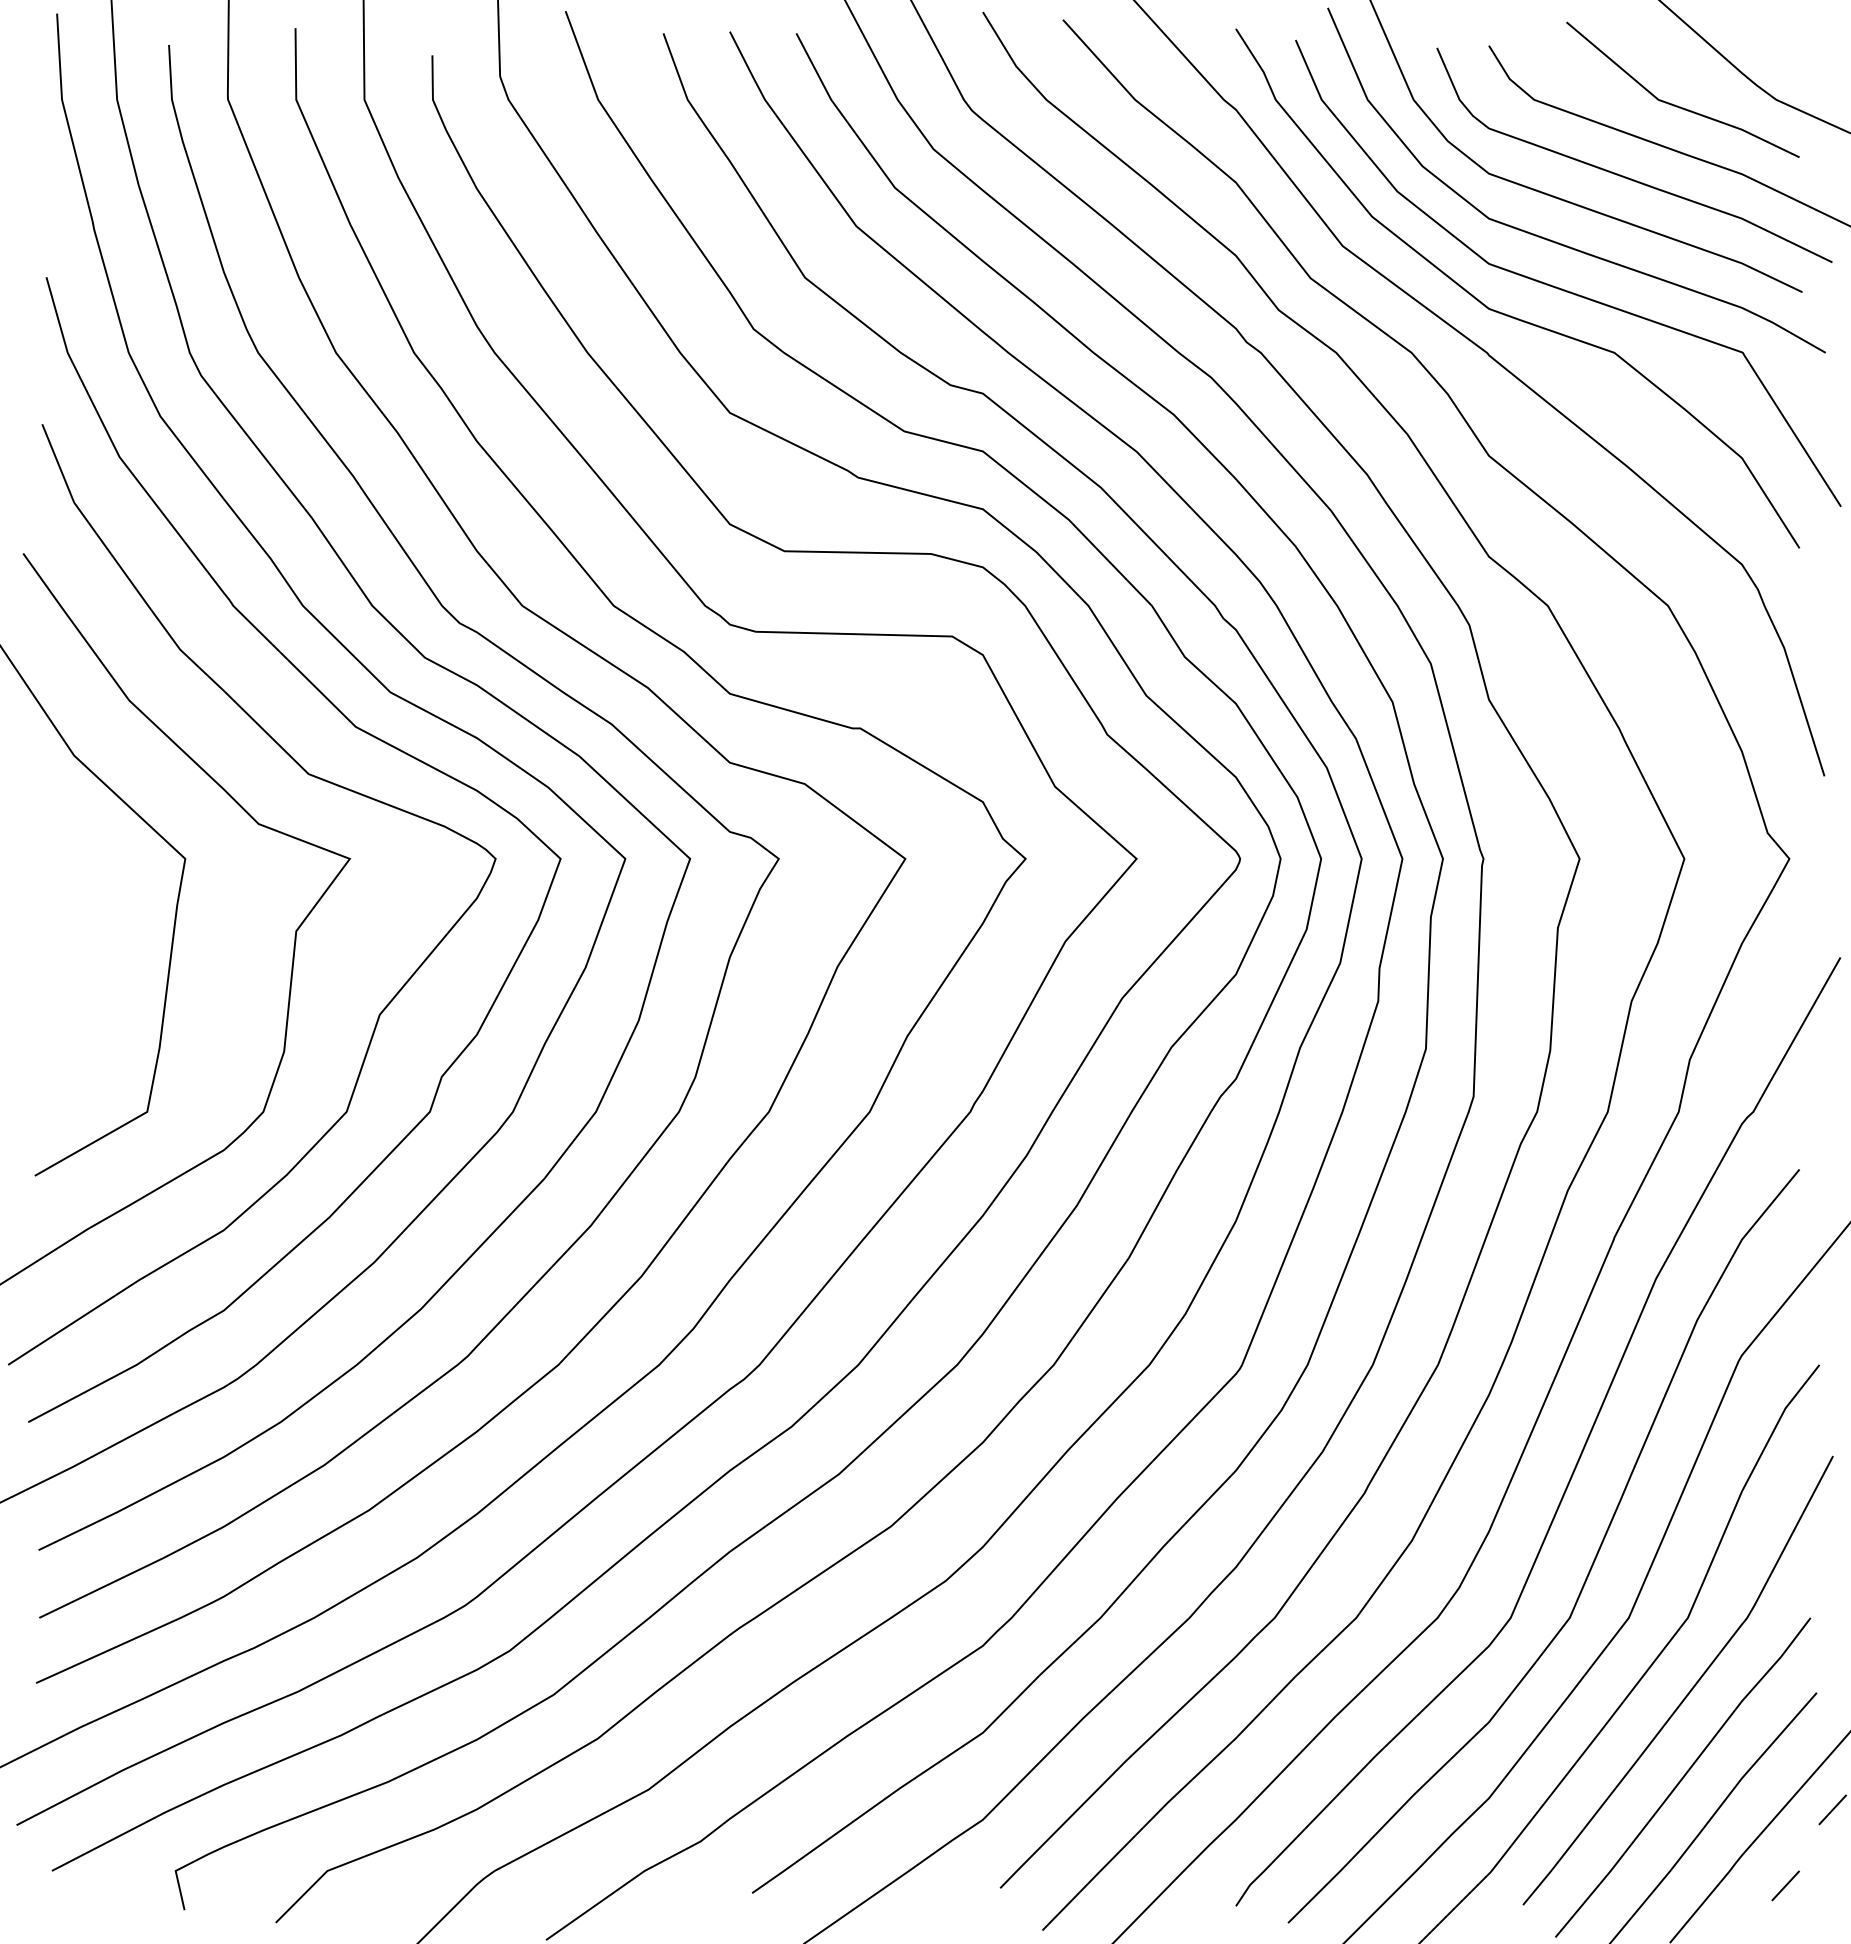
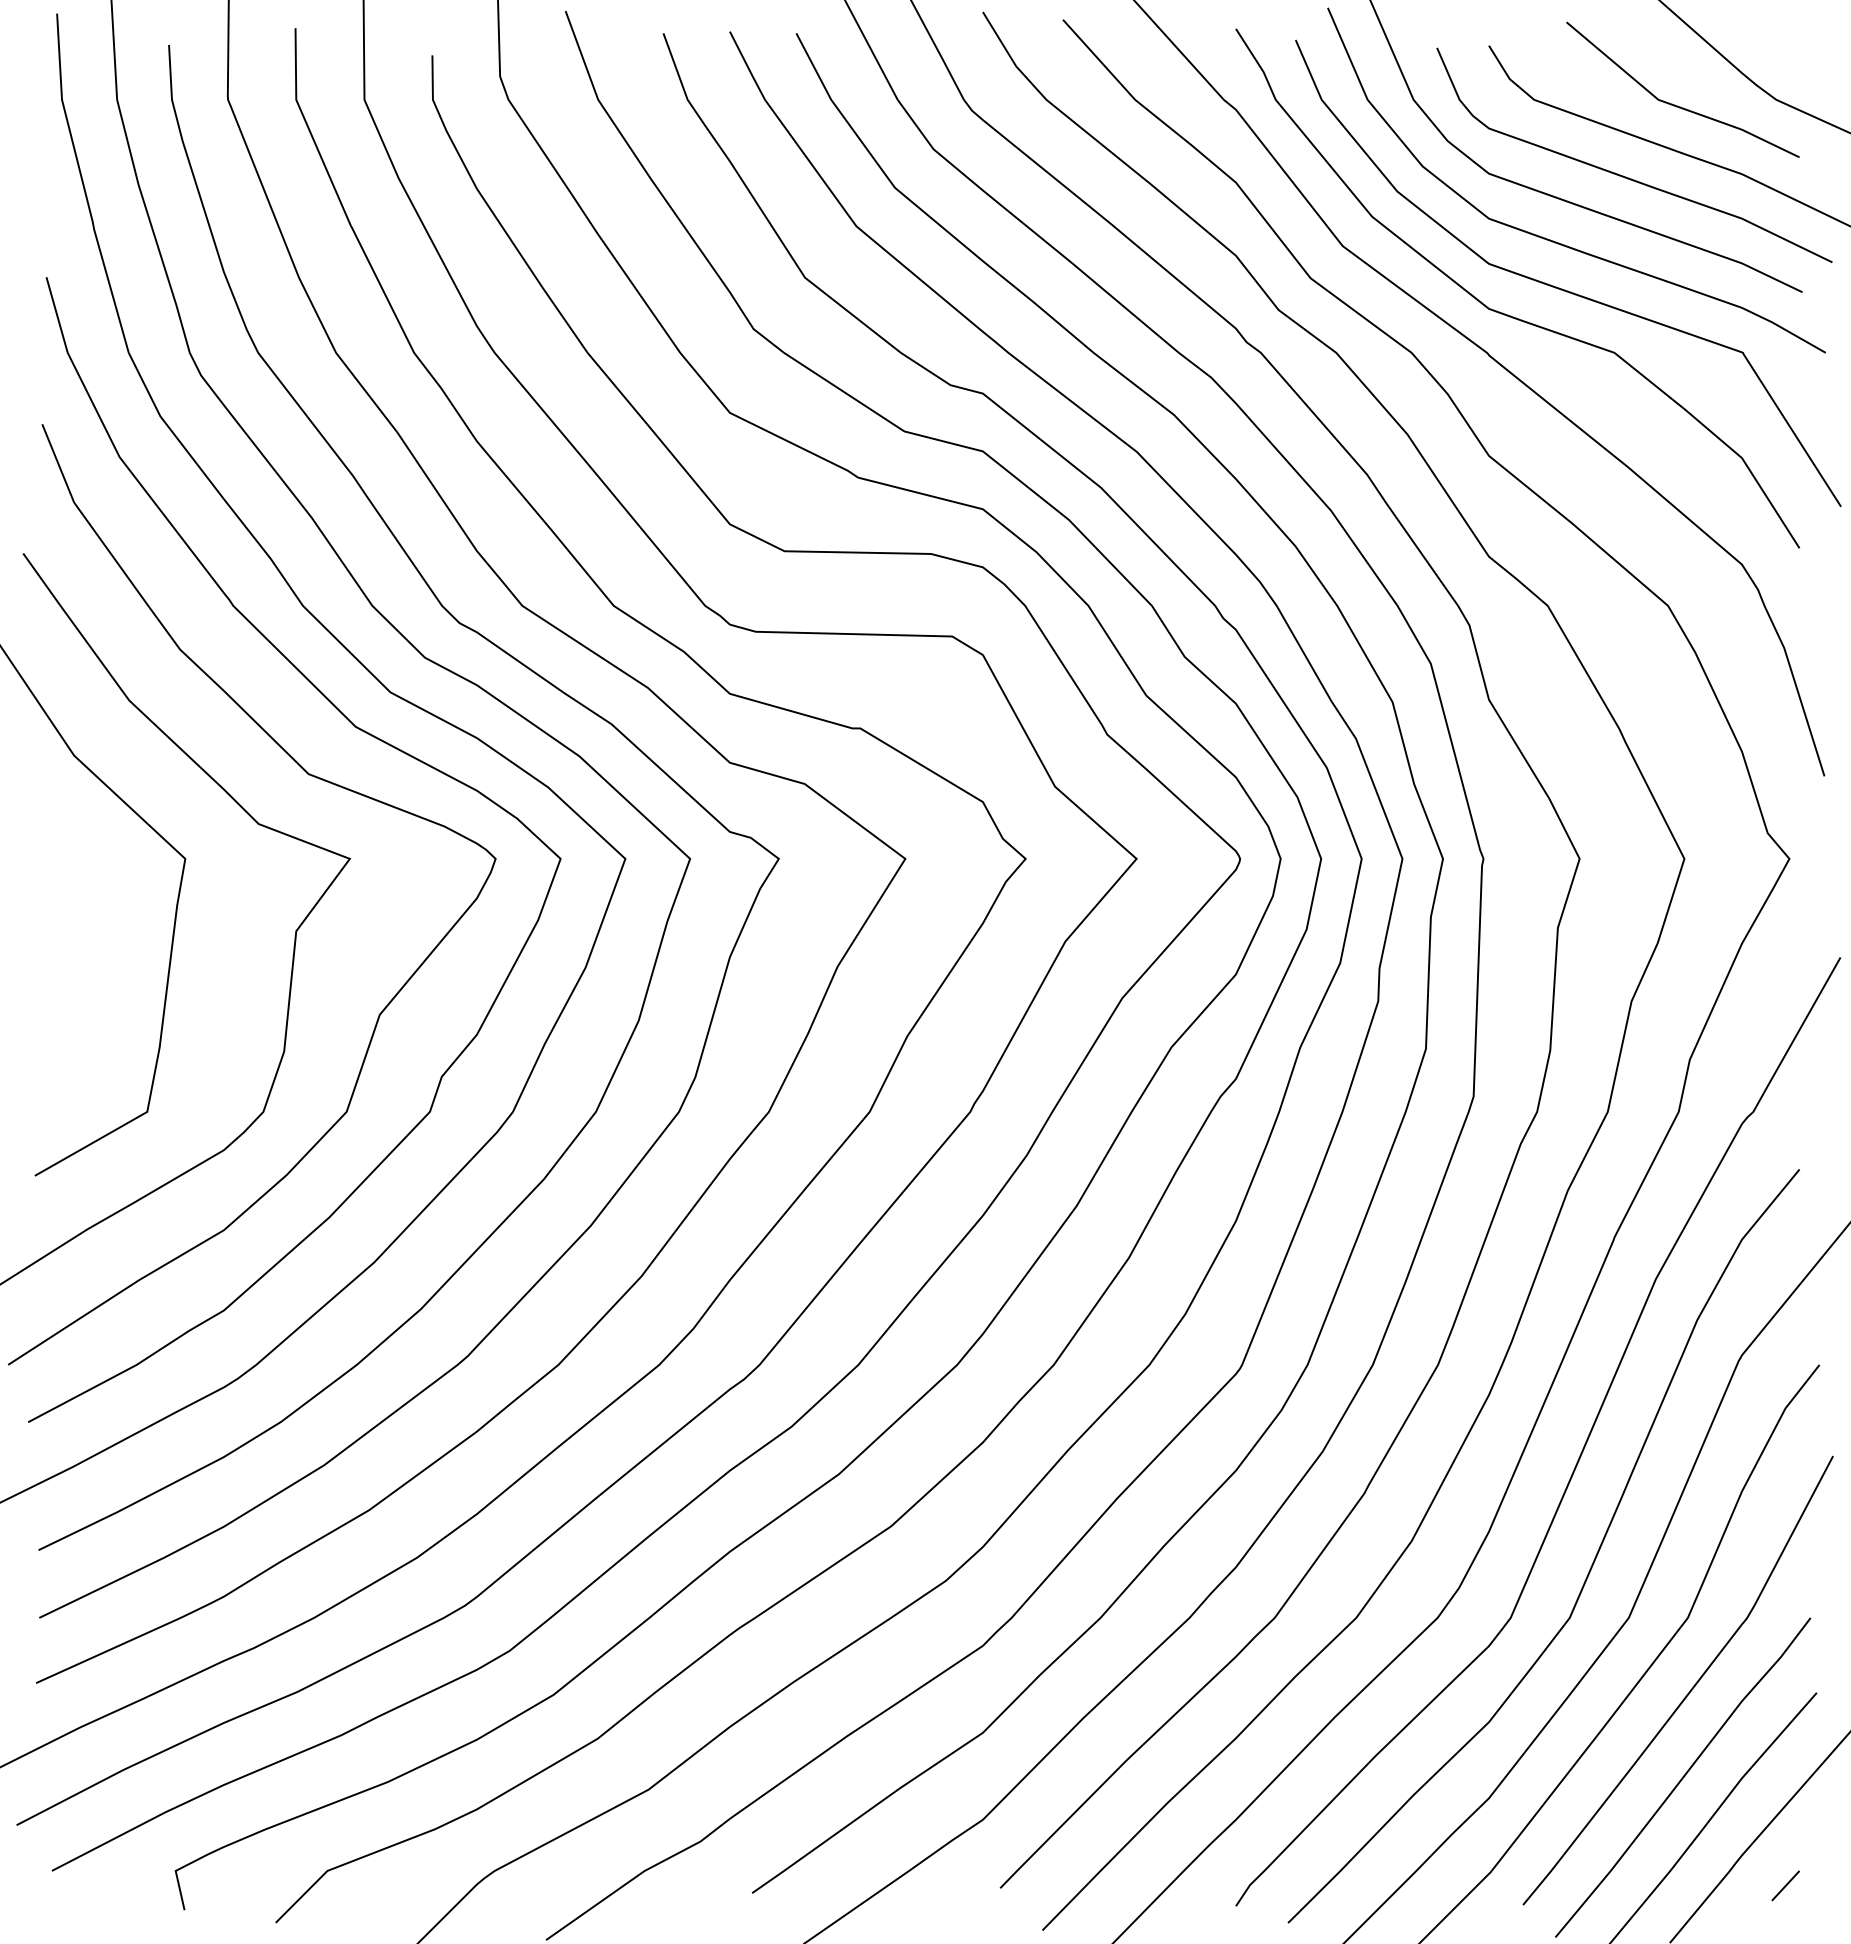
line at (1832, 1809): present -> none
